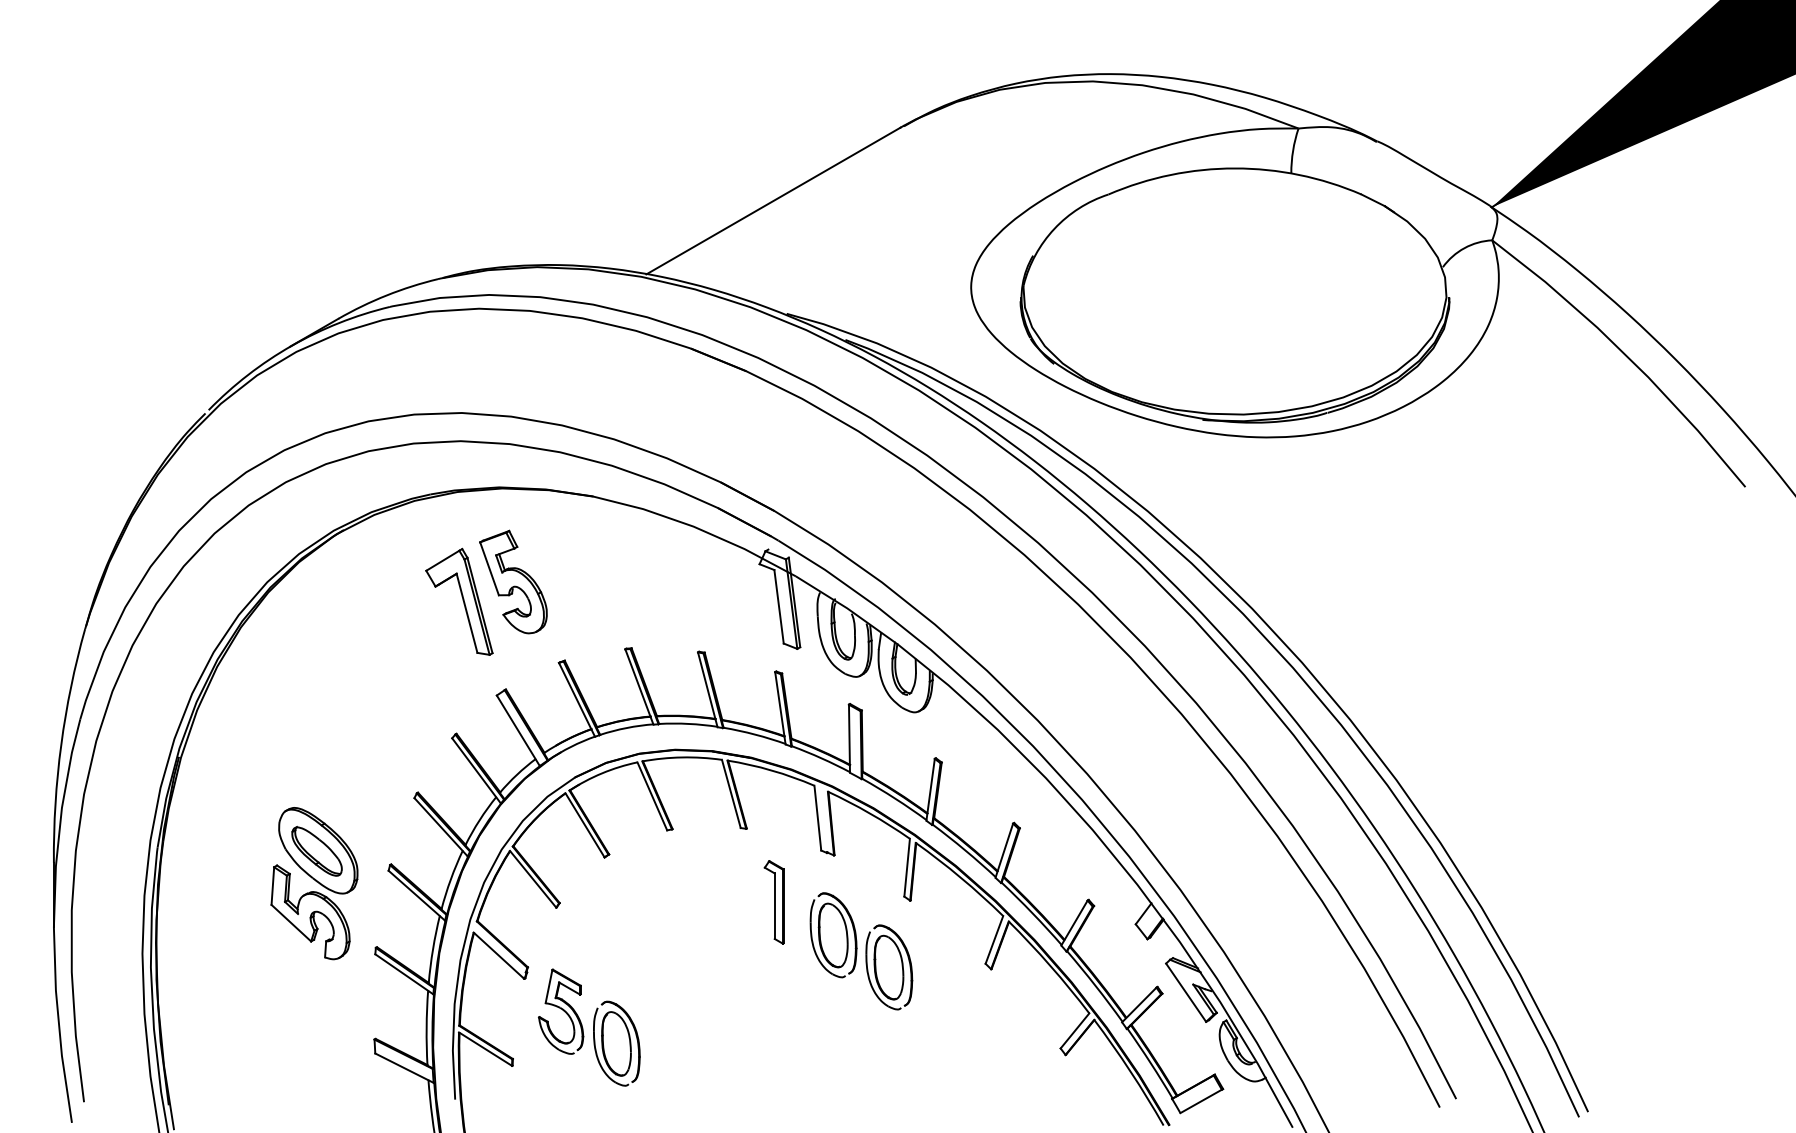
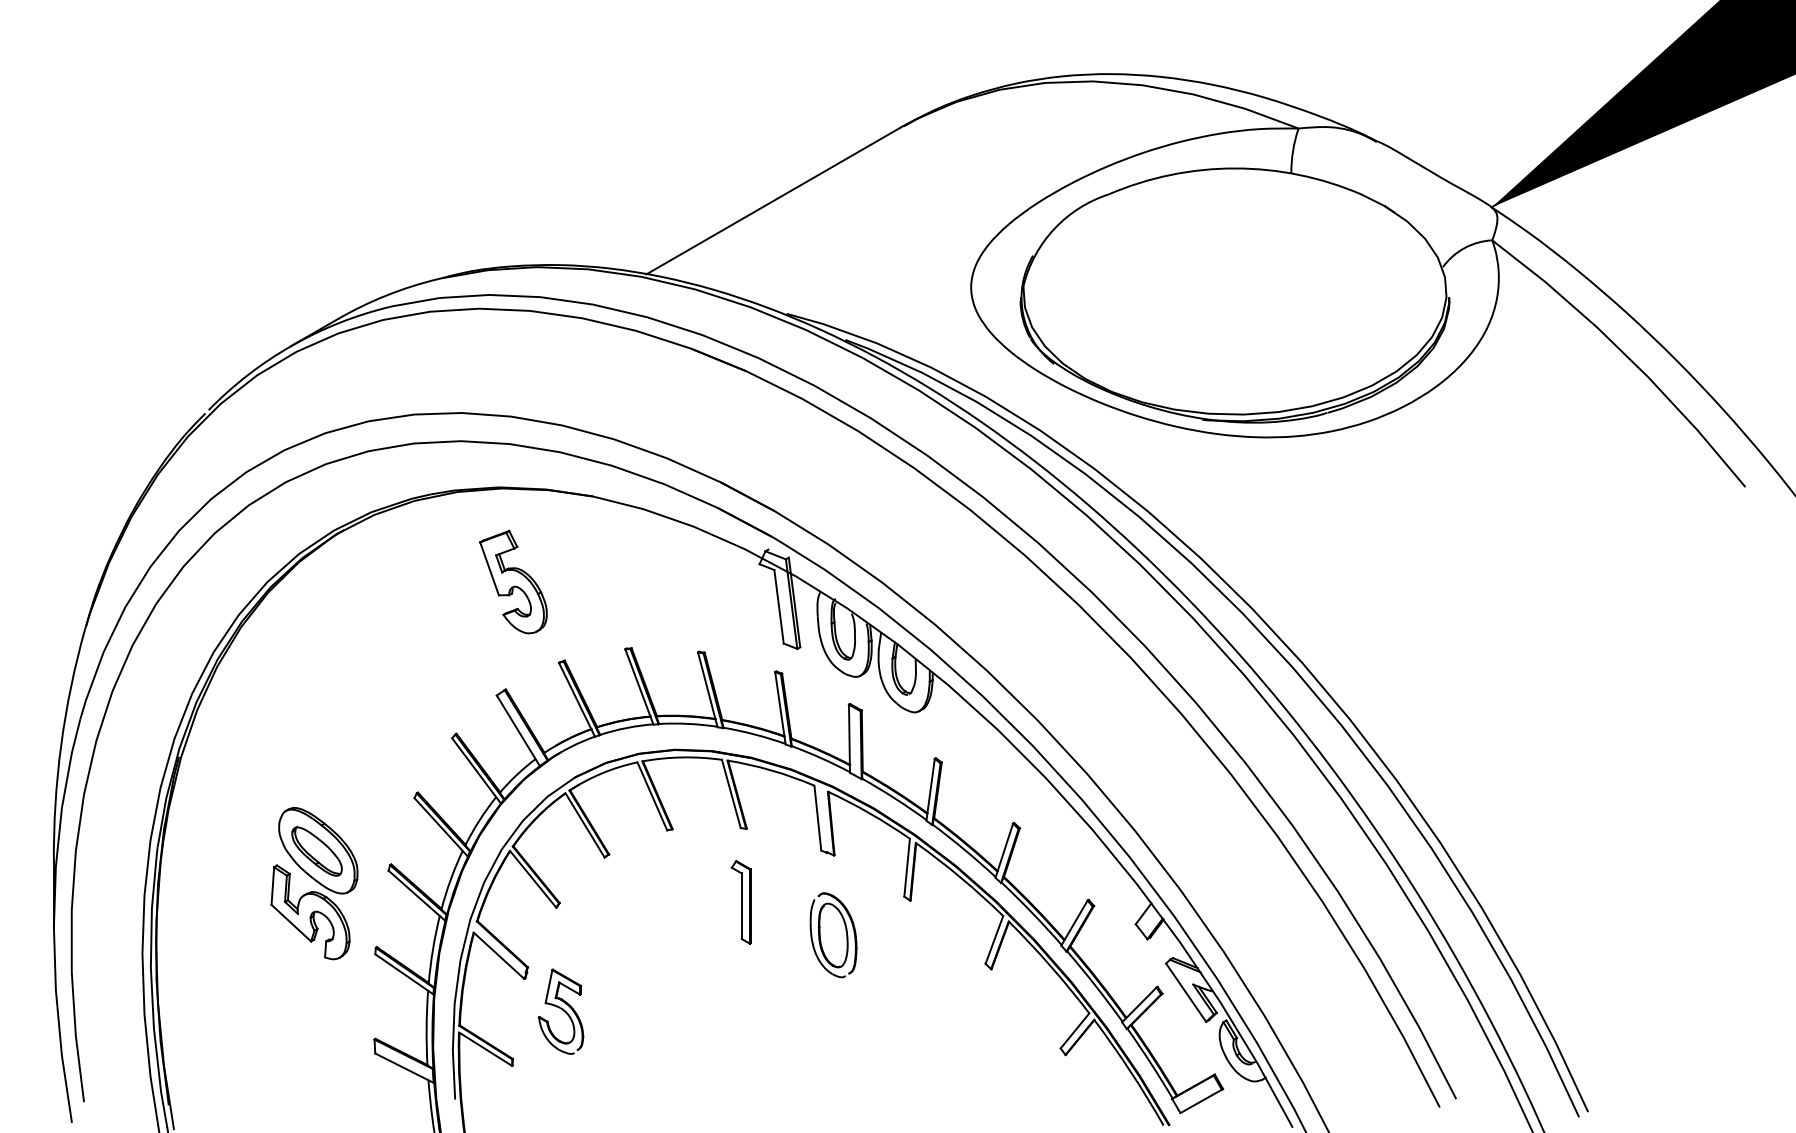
part at (459, 601): present -> none
part at (773, 902) position: (773, 902) -> (740, 902)
part at (889, 967): present -> none
part at (616, 1043): present -> none
